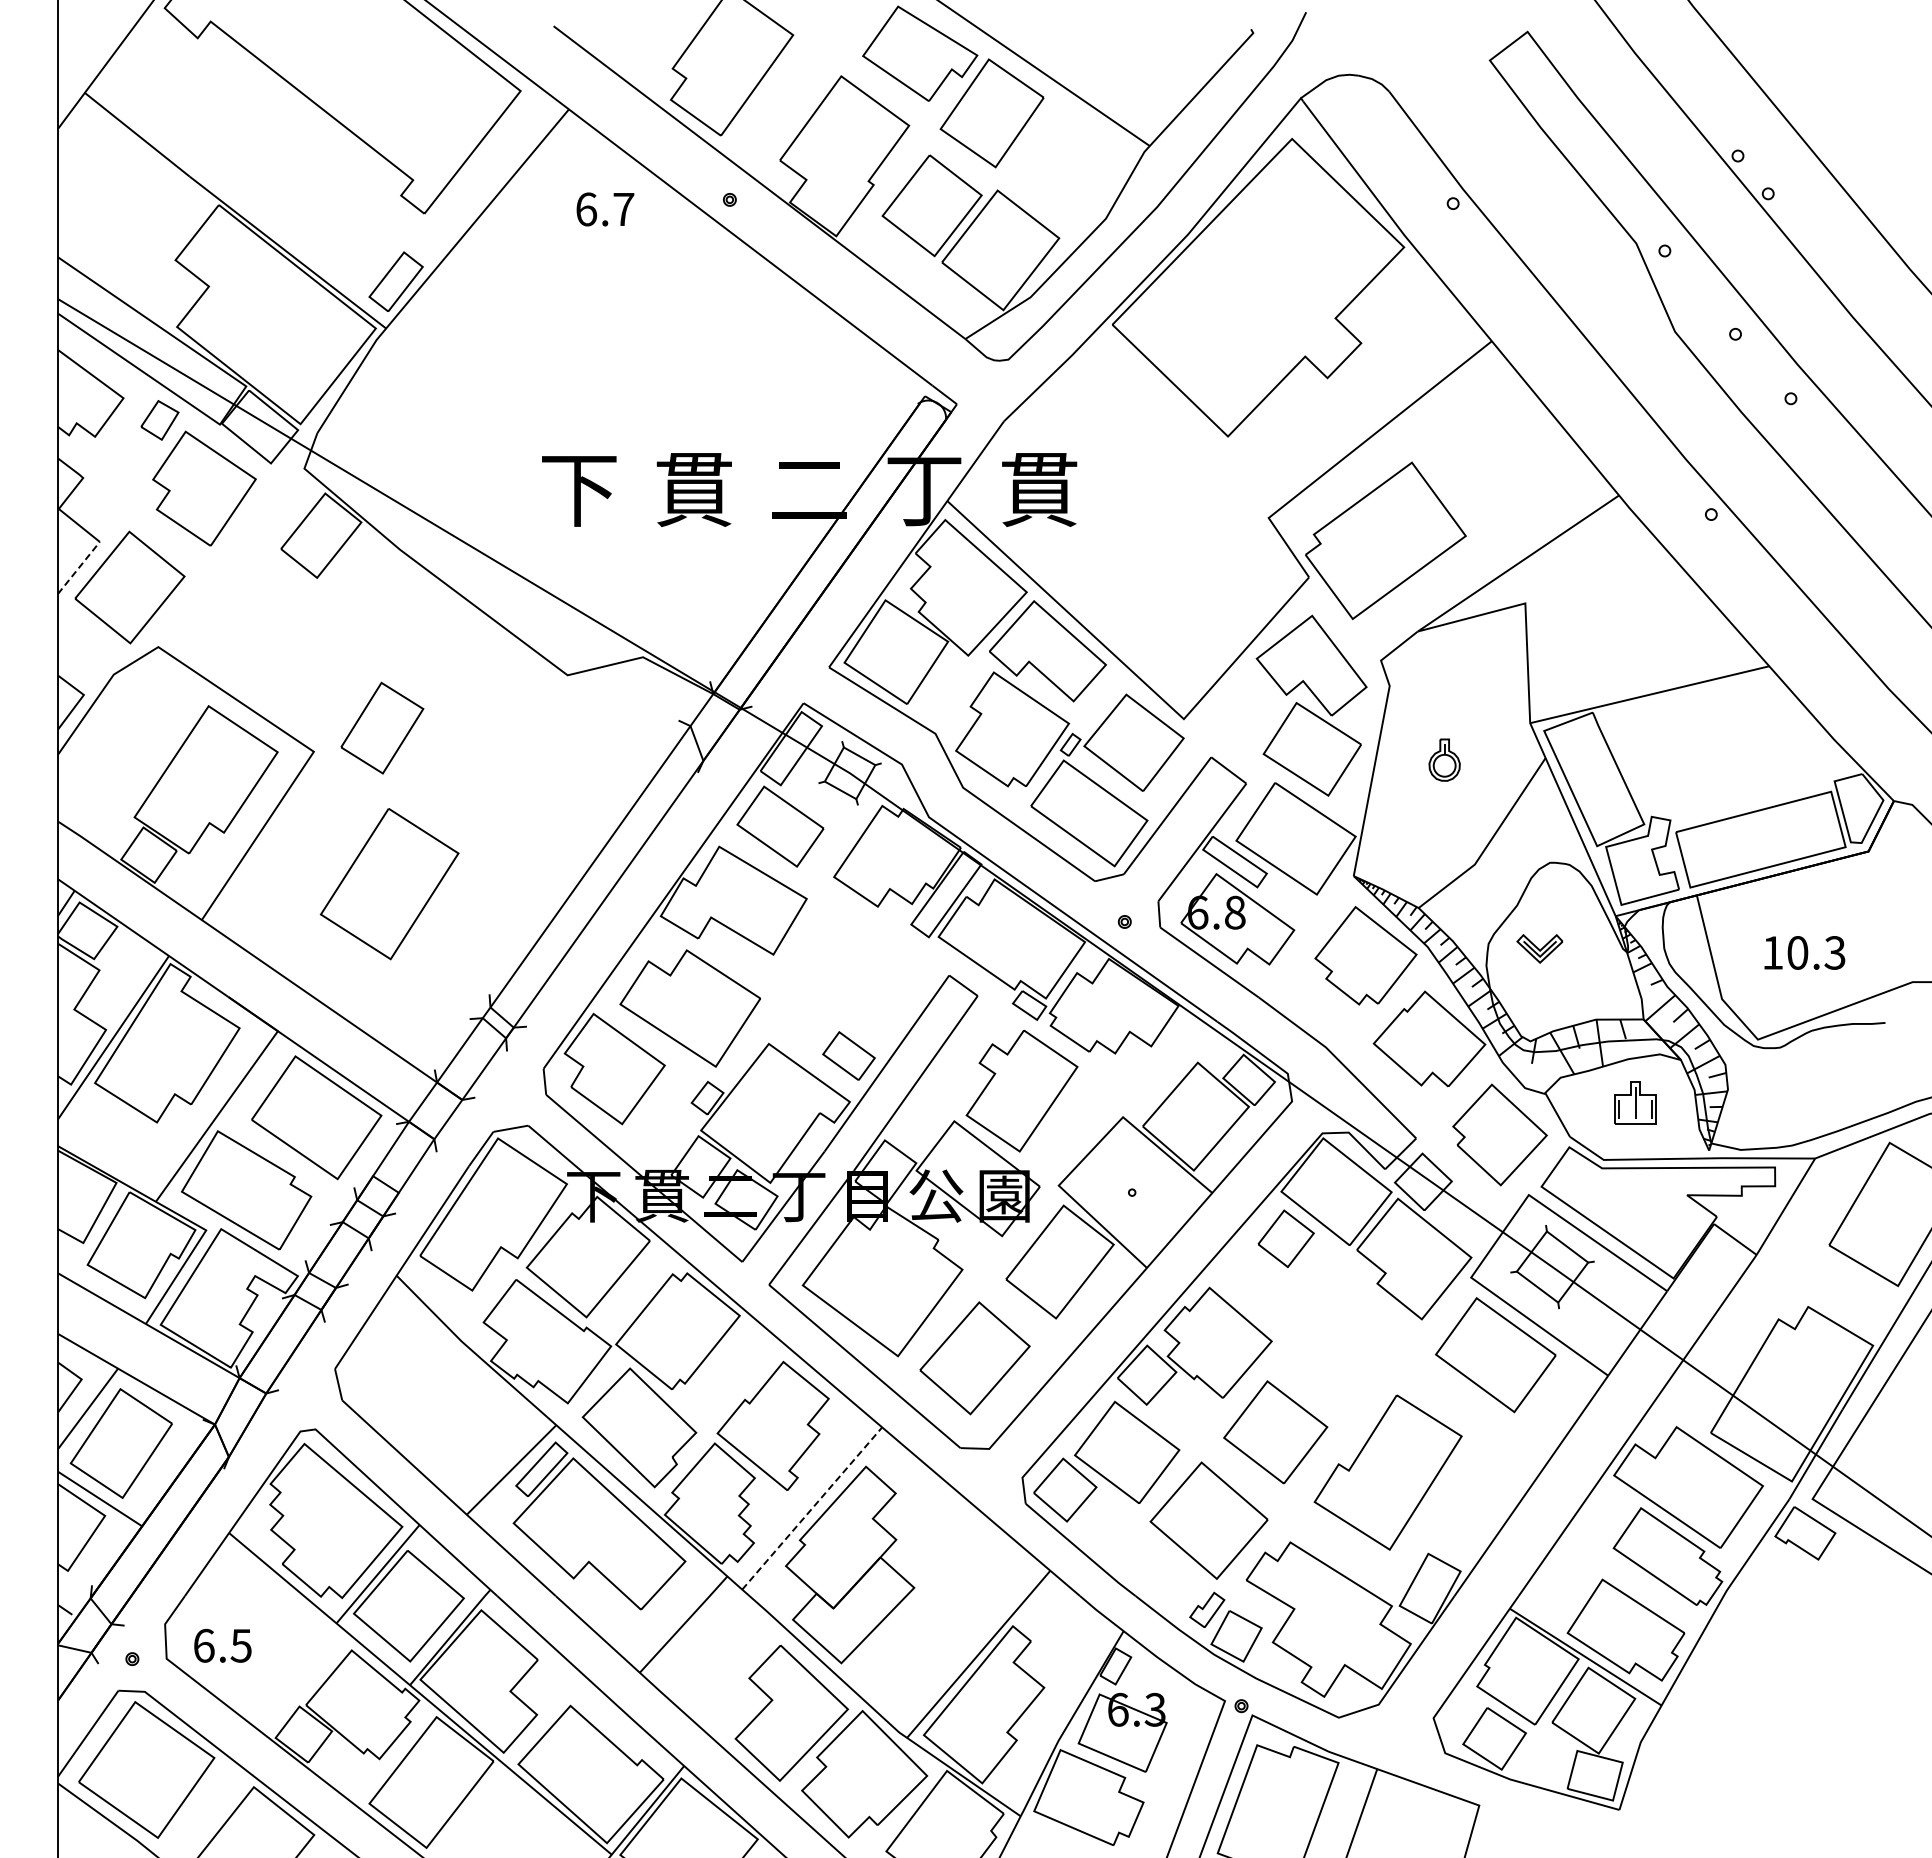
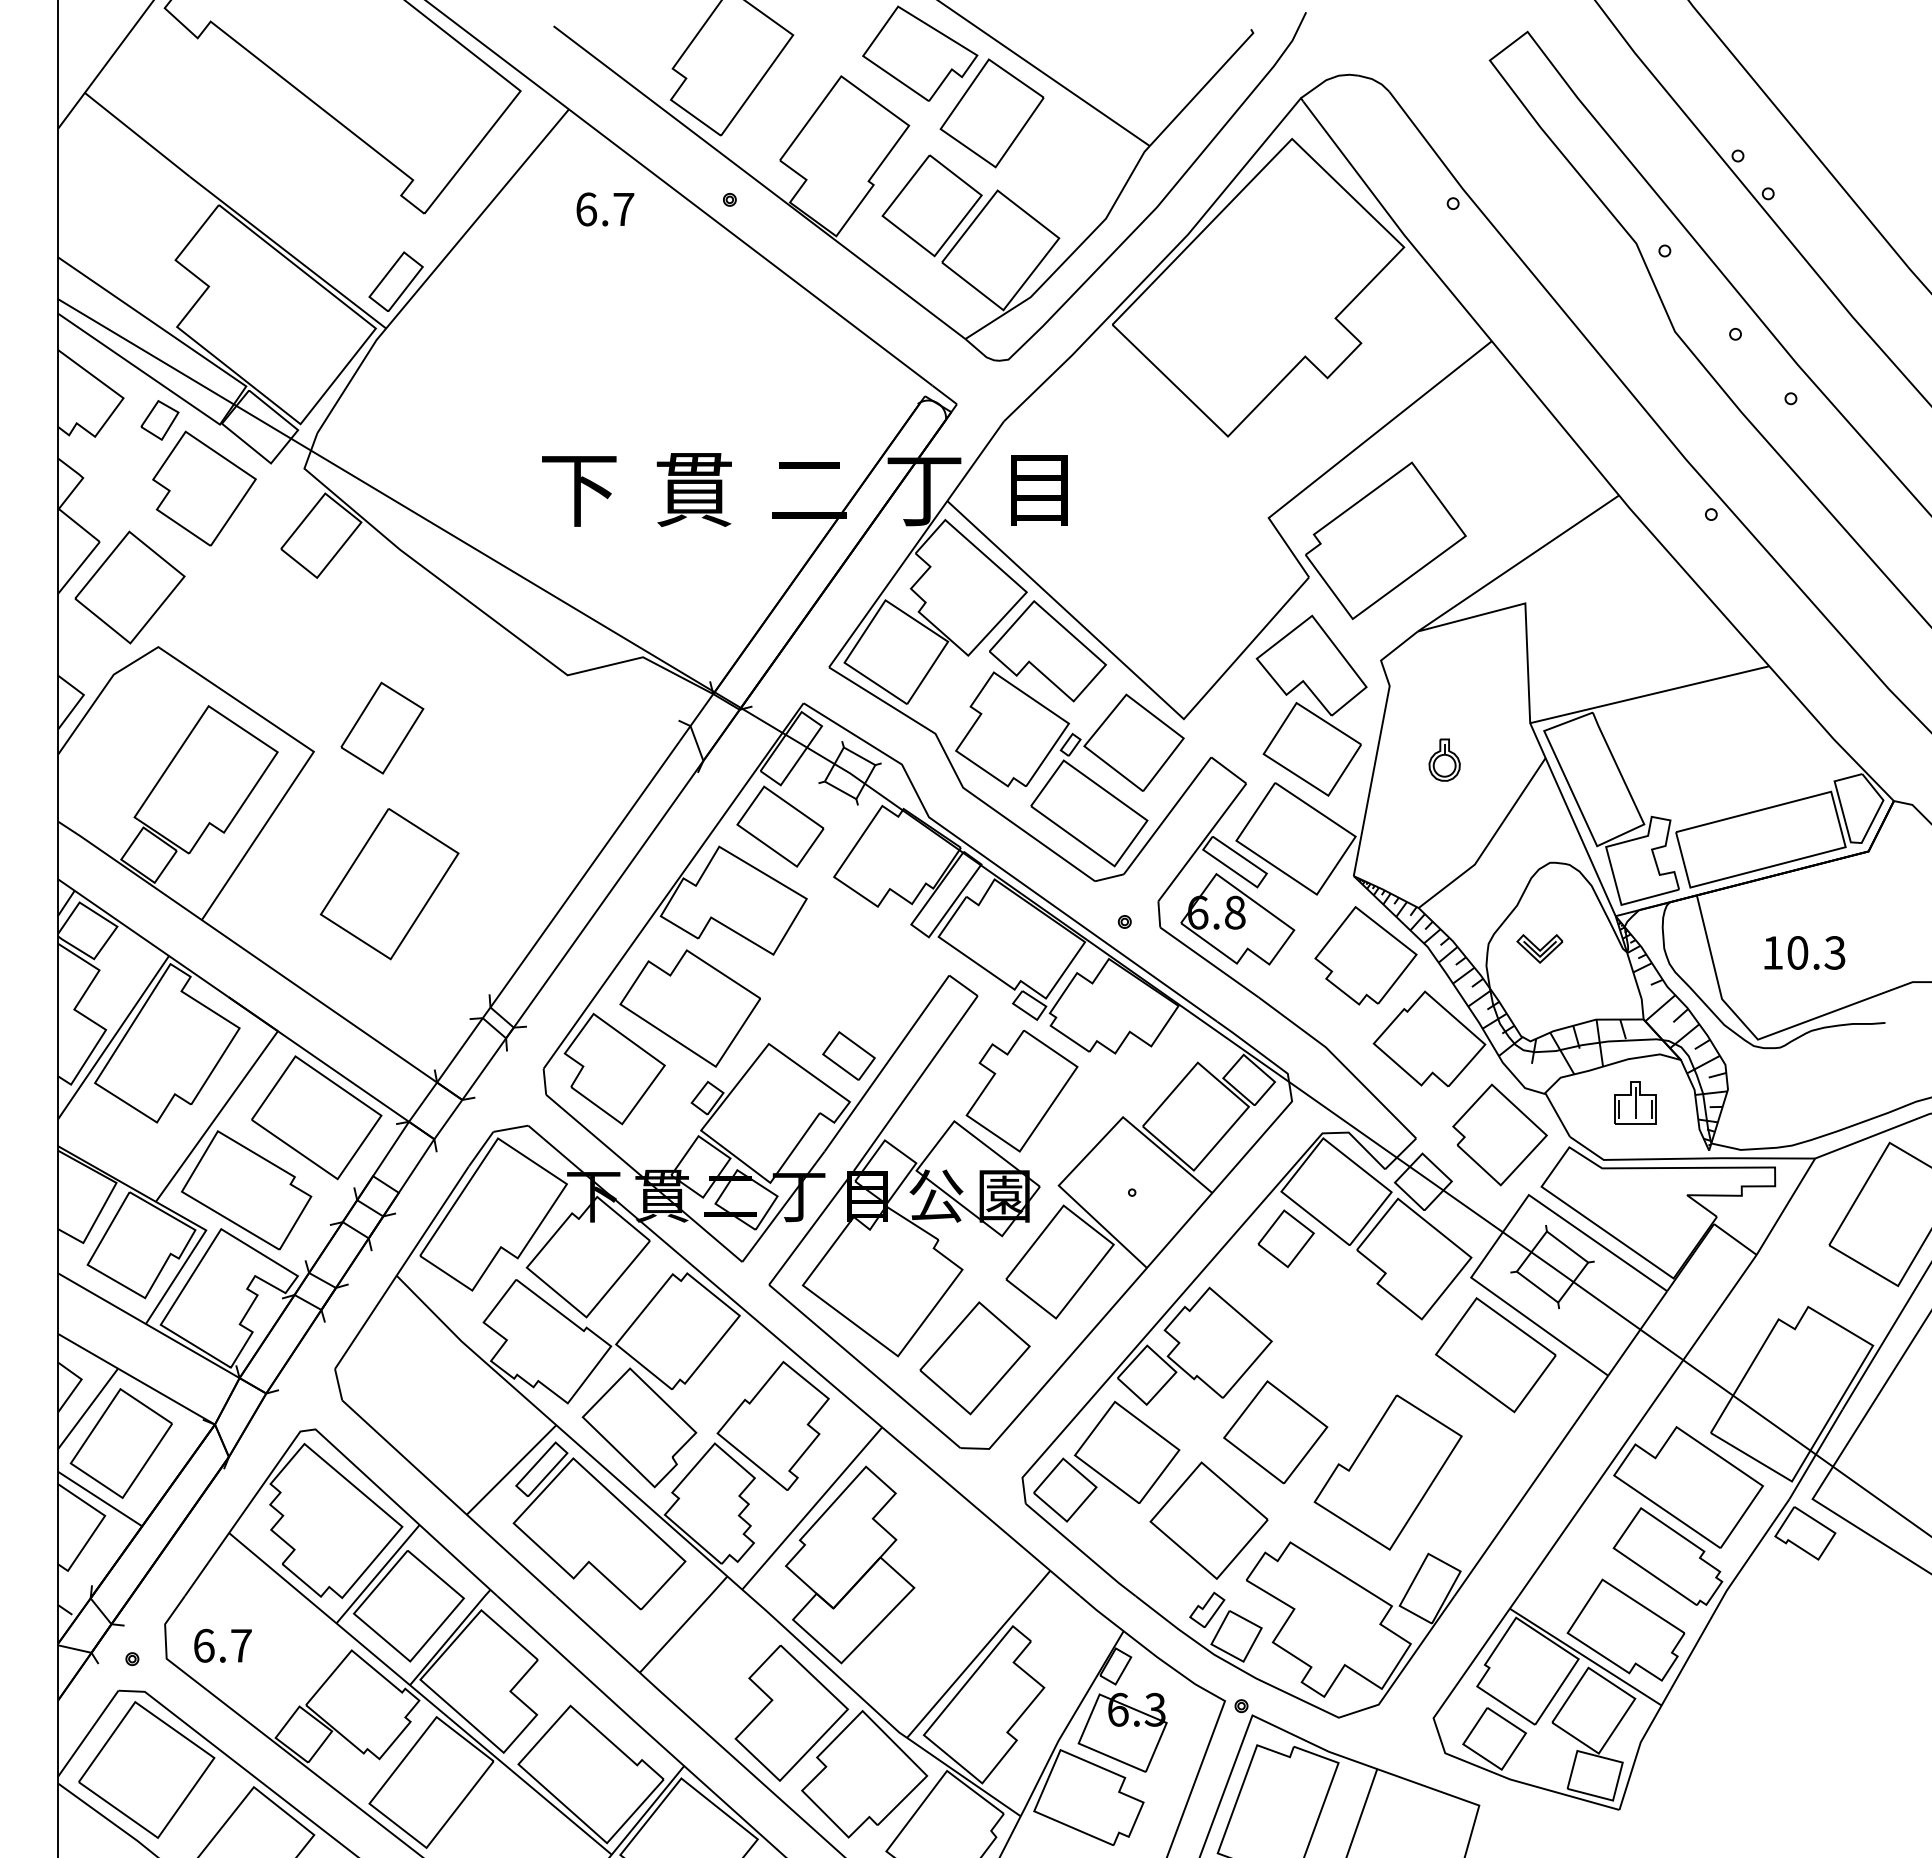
text at (1039, 489): 貫 -> 目
line at (79, 567): dashed -> solid
line at (812, 1508): dashed -> solid
text at (240, 1645): 6.5 -> 6.7
